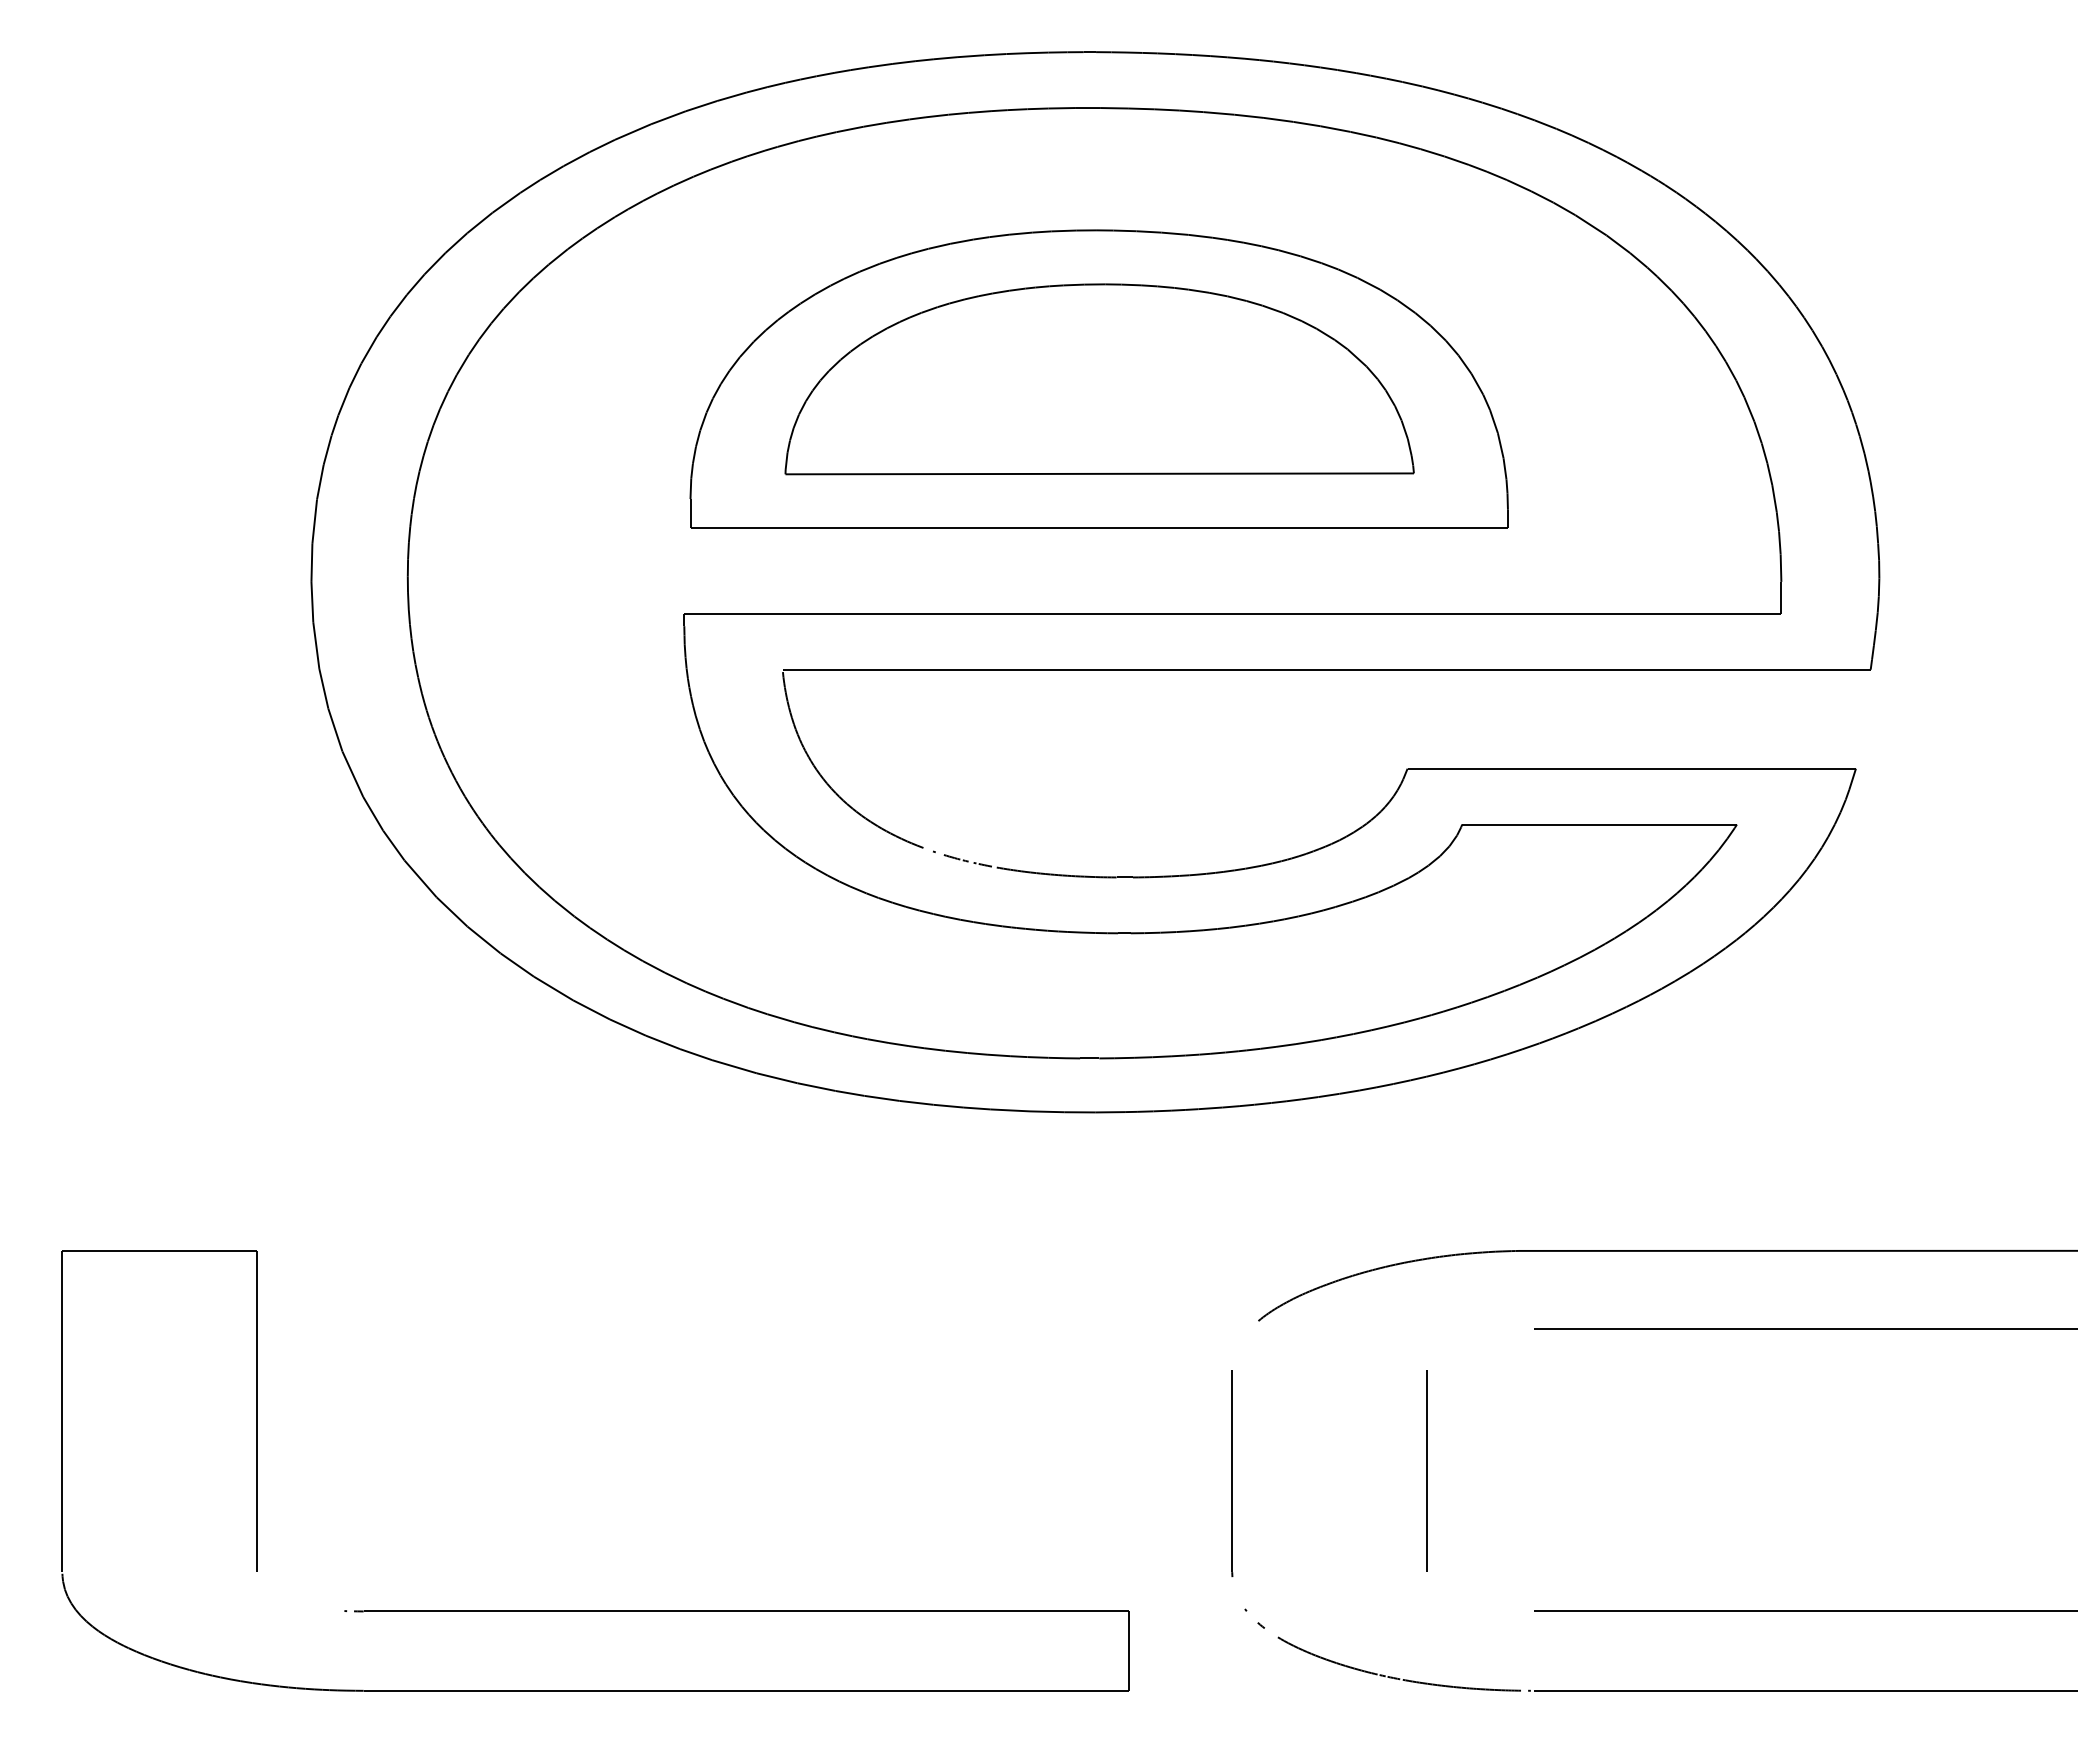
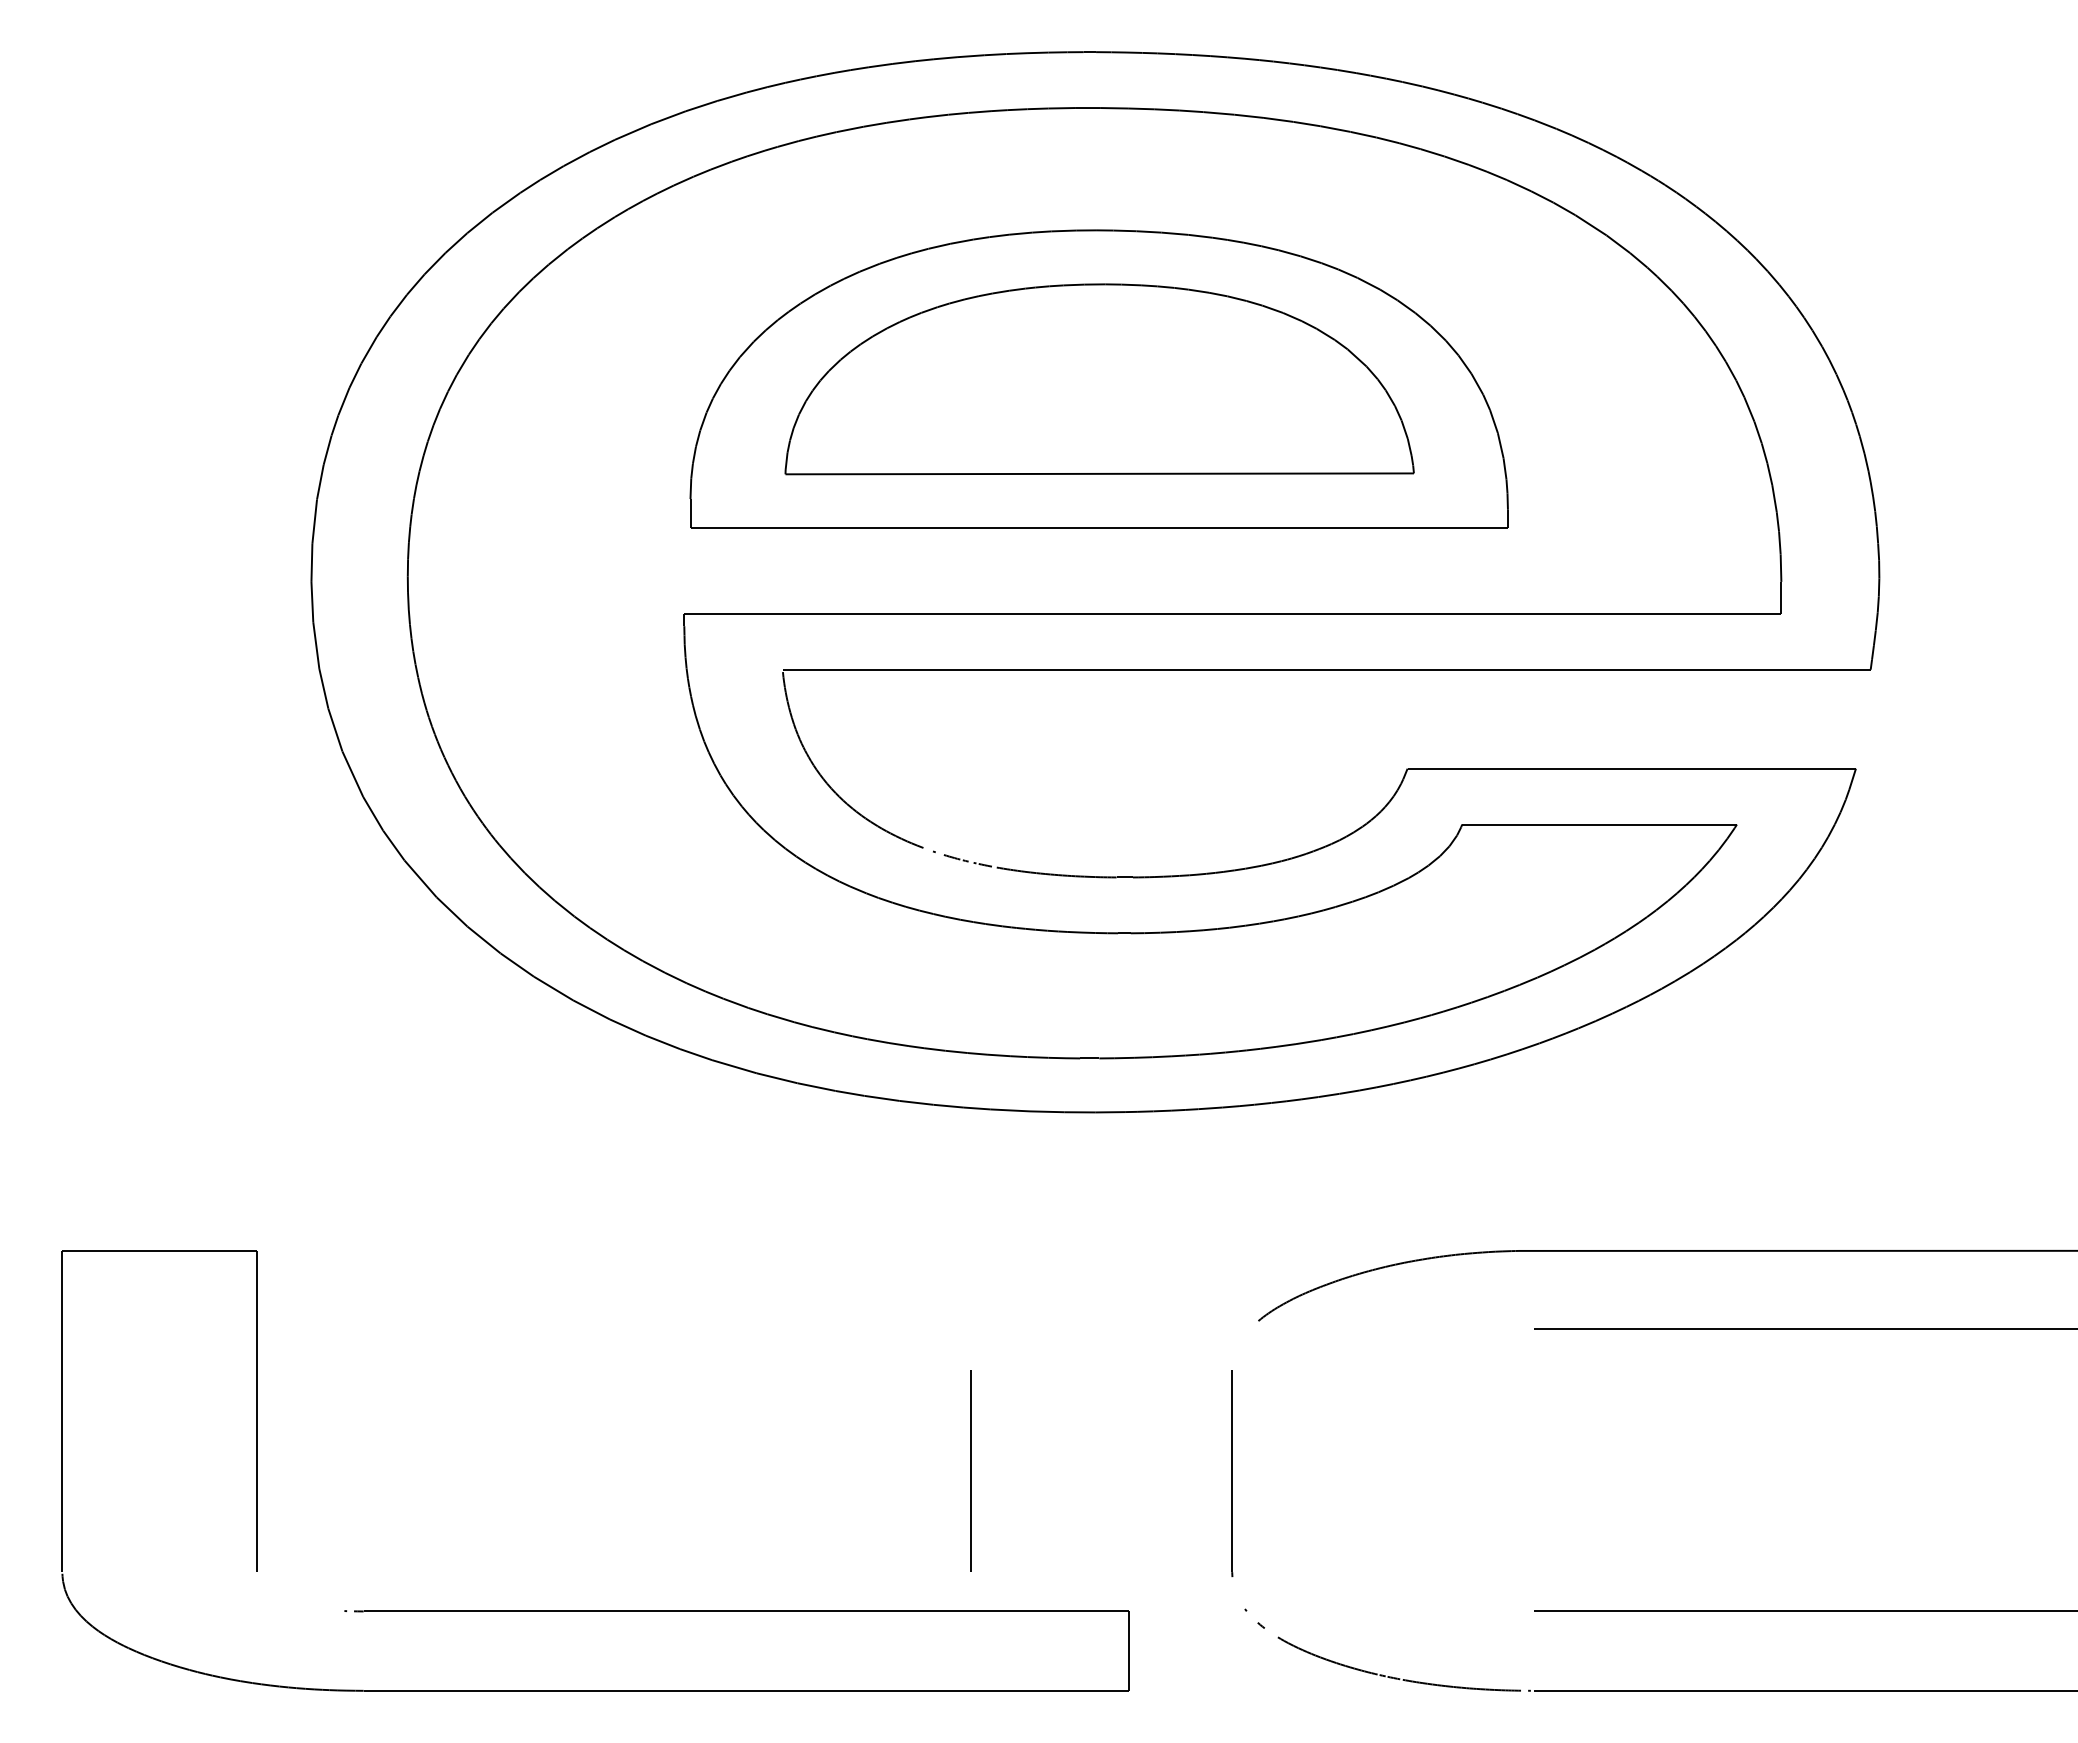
line at (1426, 1470) position: (1426, 1470) -> (970, 1470)
